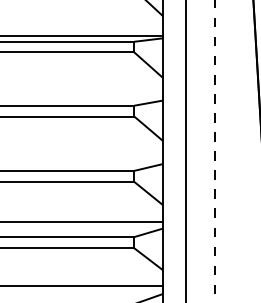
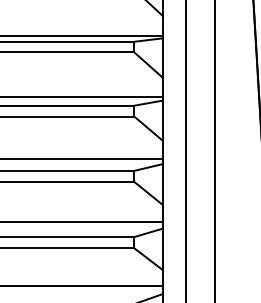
line at (82, 96): none -> present
line at (214, 151): dashed -> solid
line at (82, 159): none -> present
